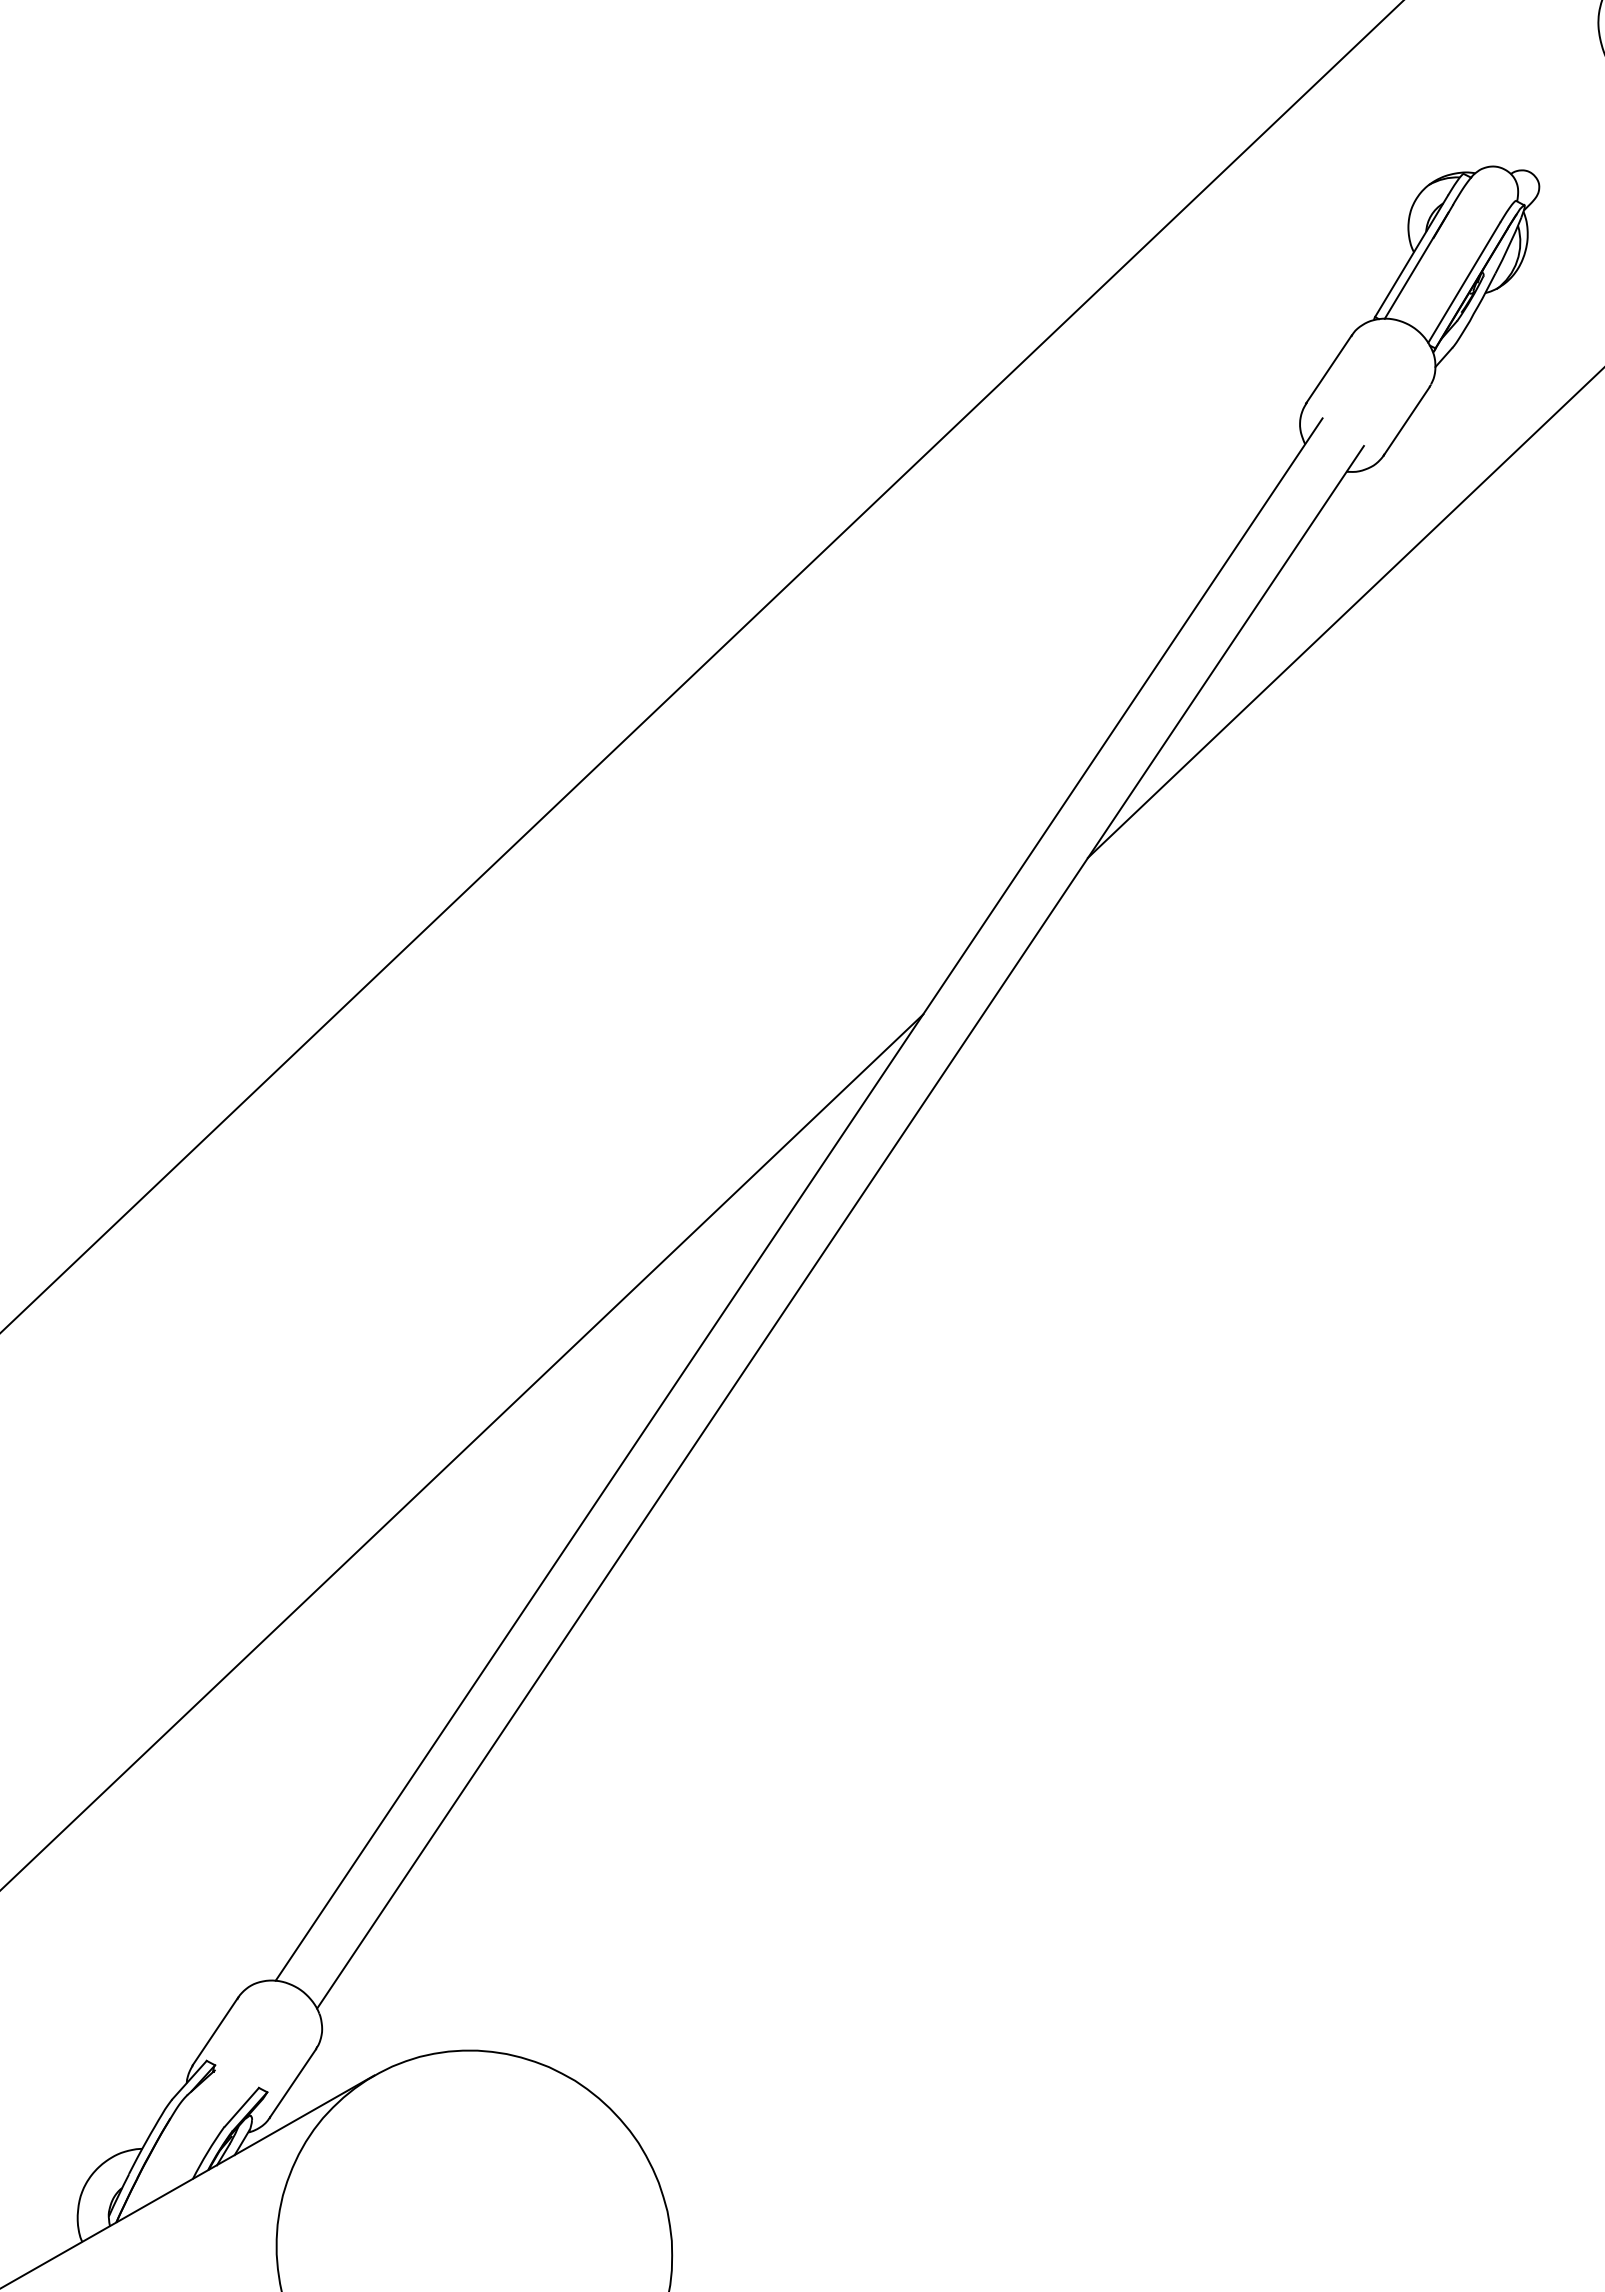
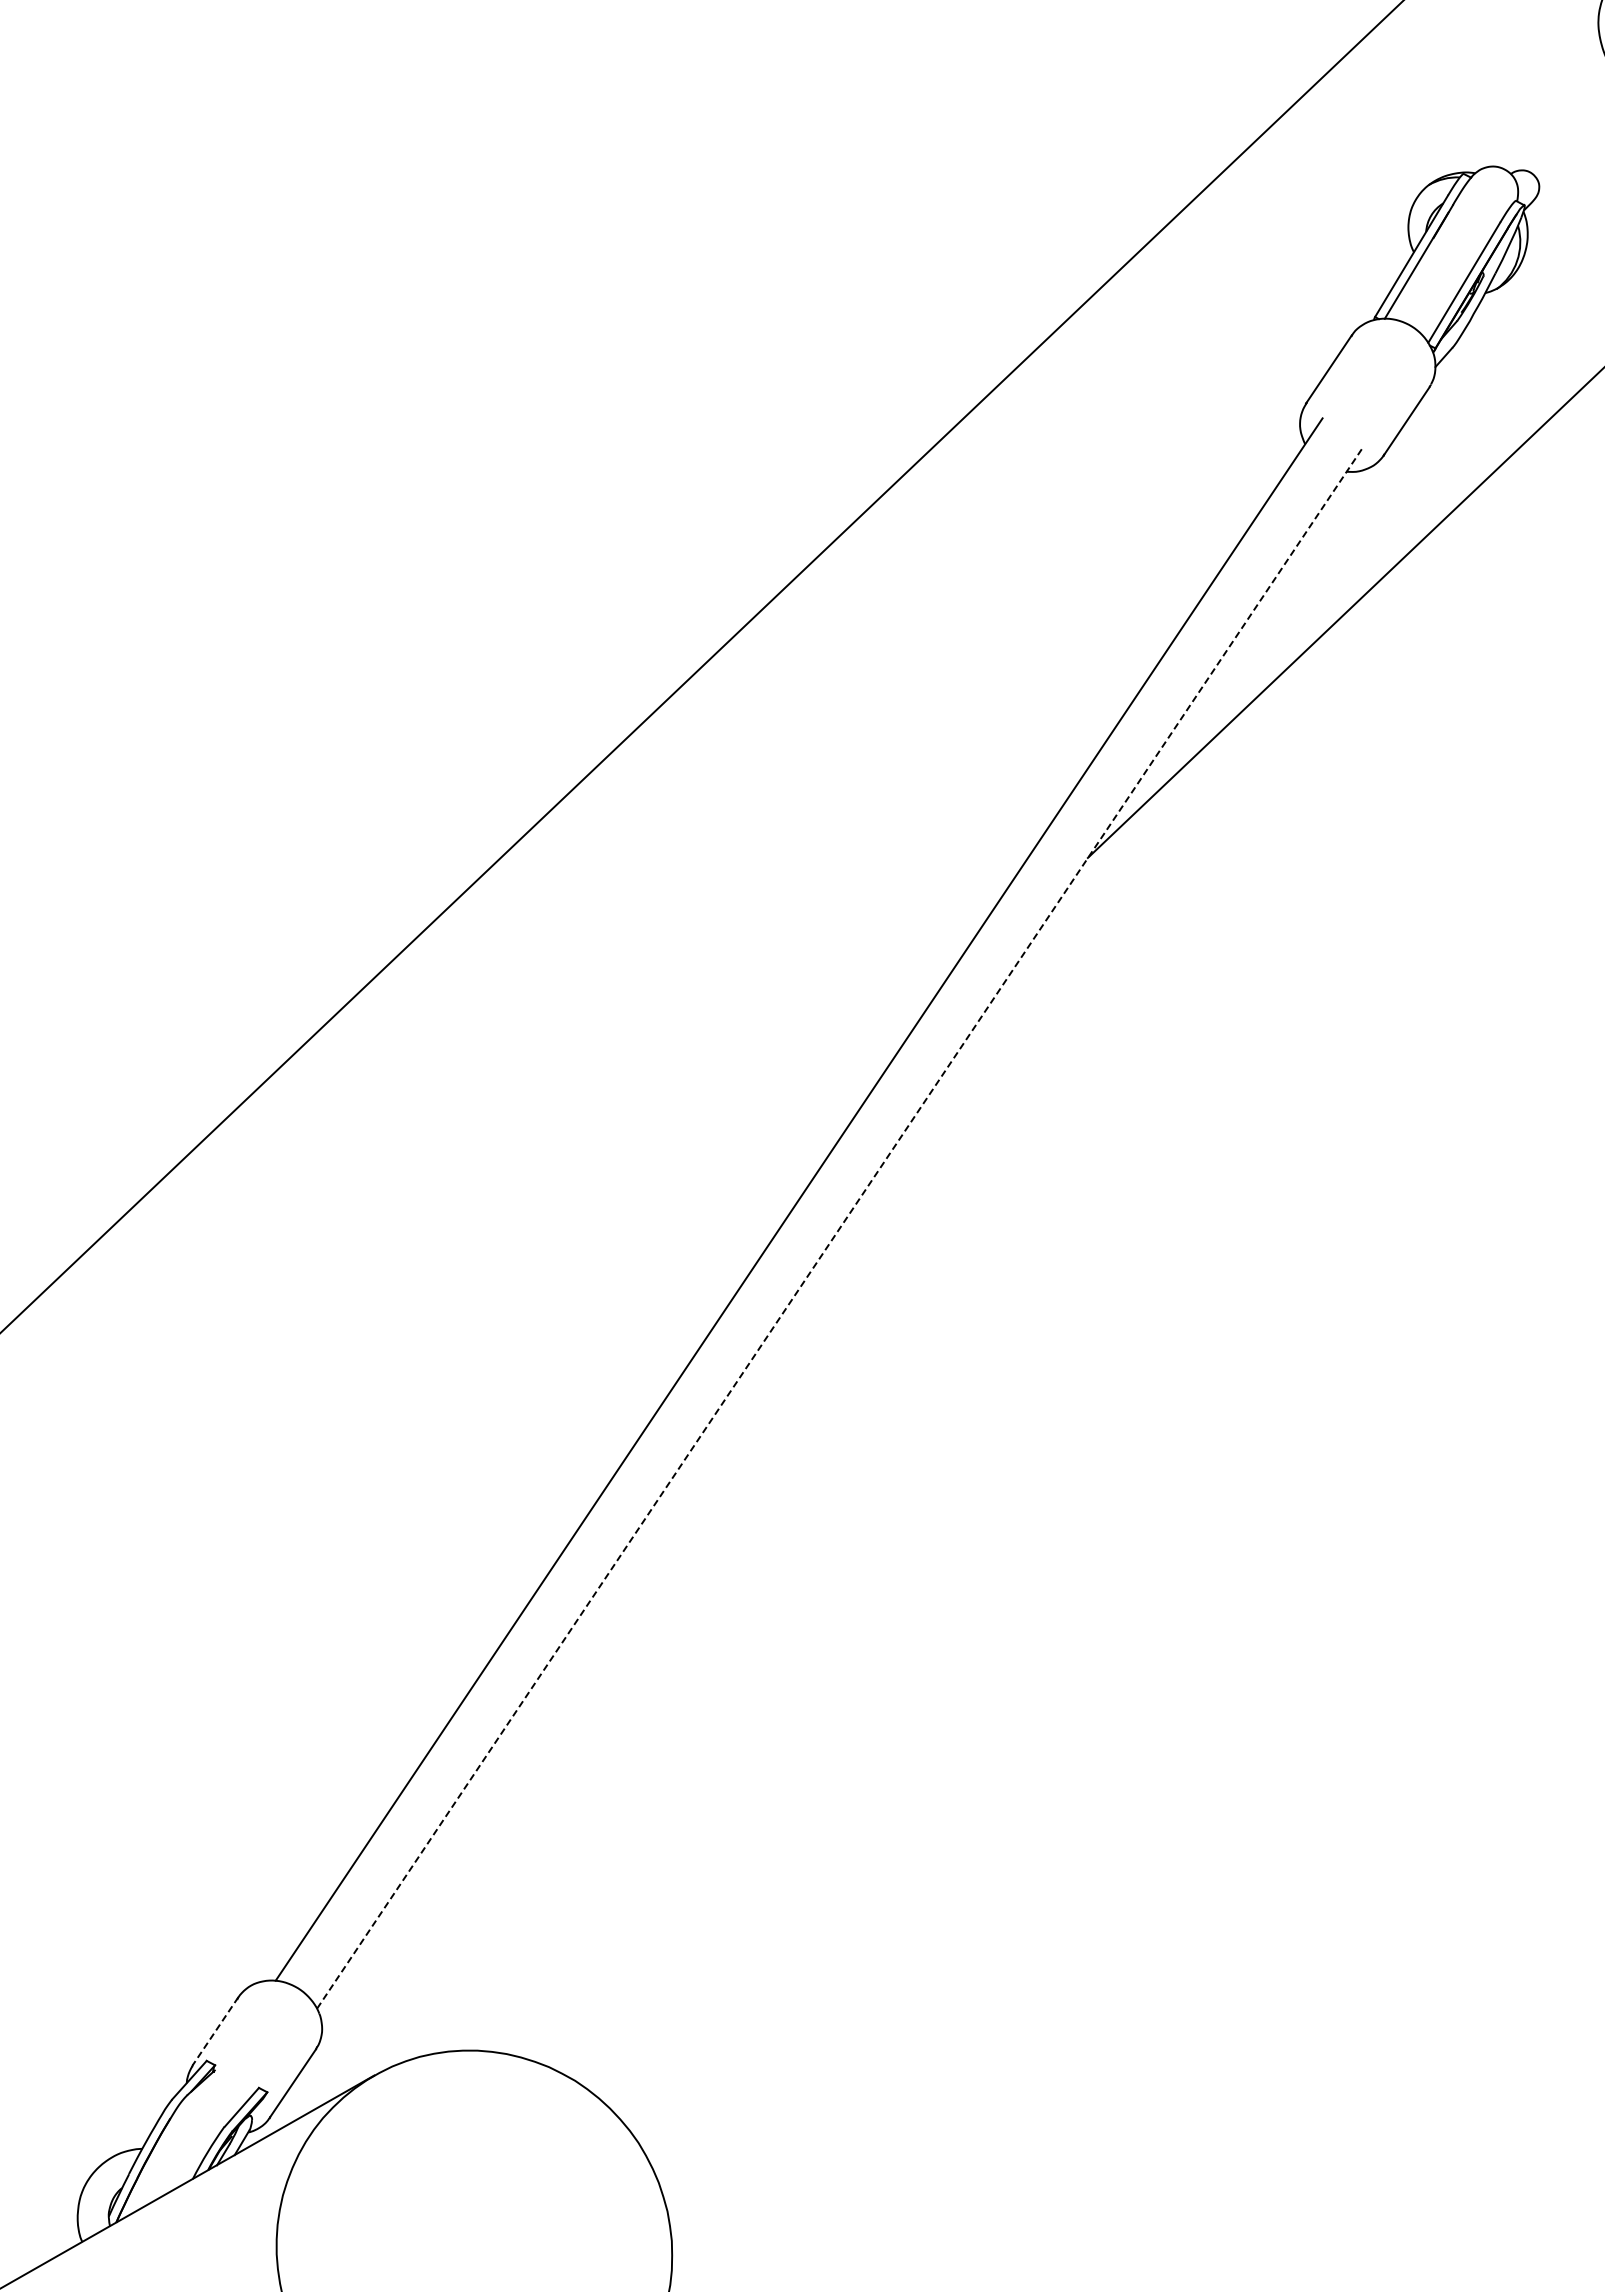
line at (840, 1226): solid -> dashed
line at (462, 1451): present -> none
line at (215, 2031): solid -> dashed
